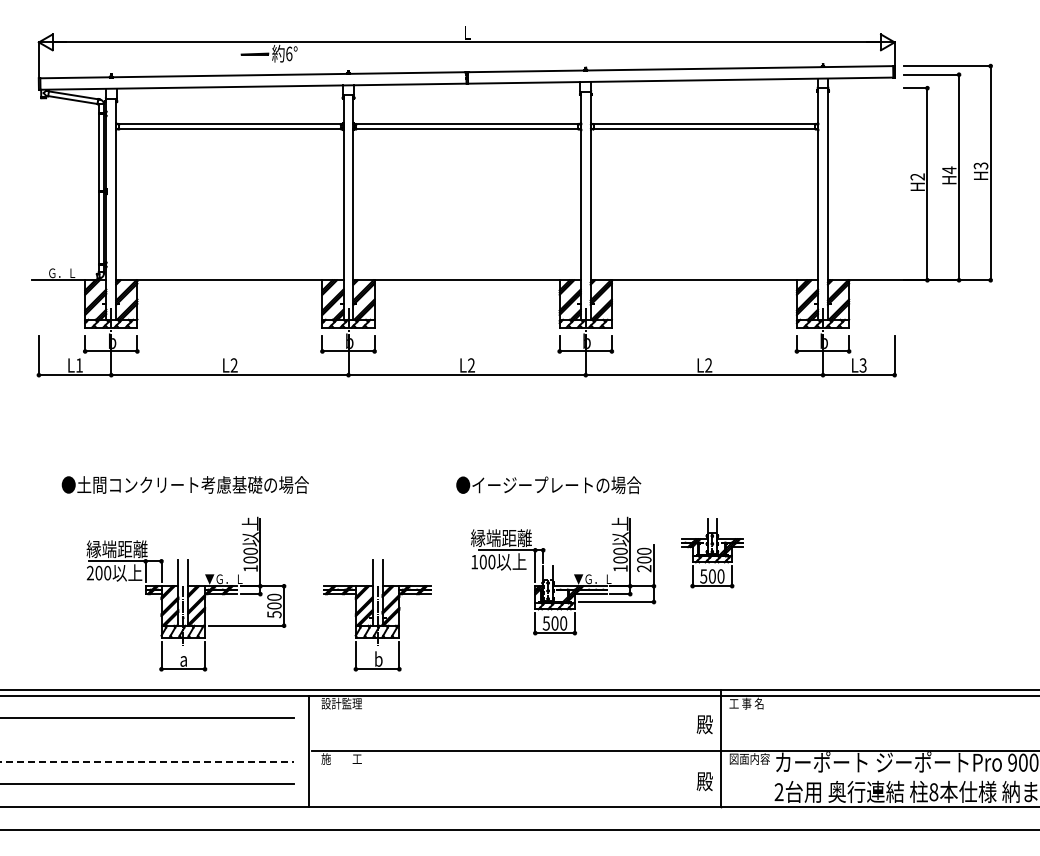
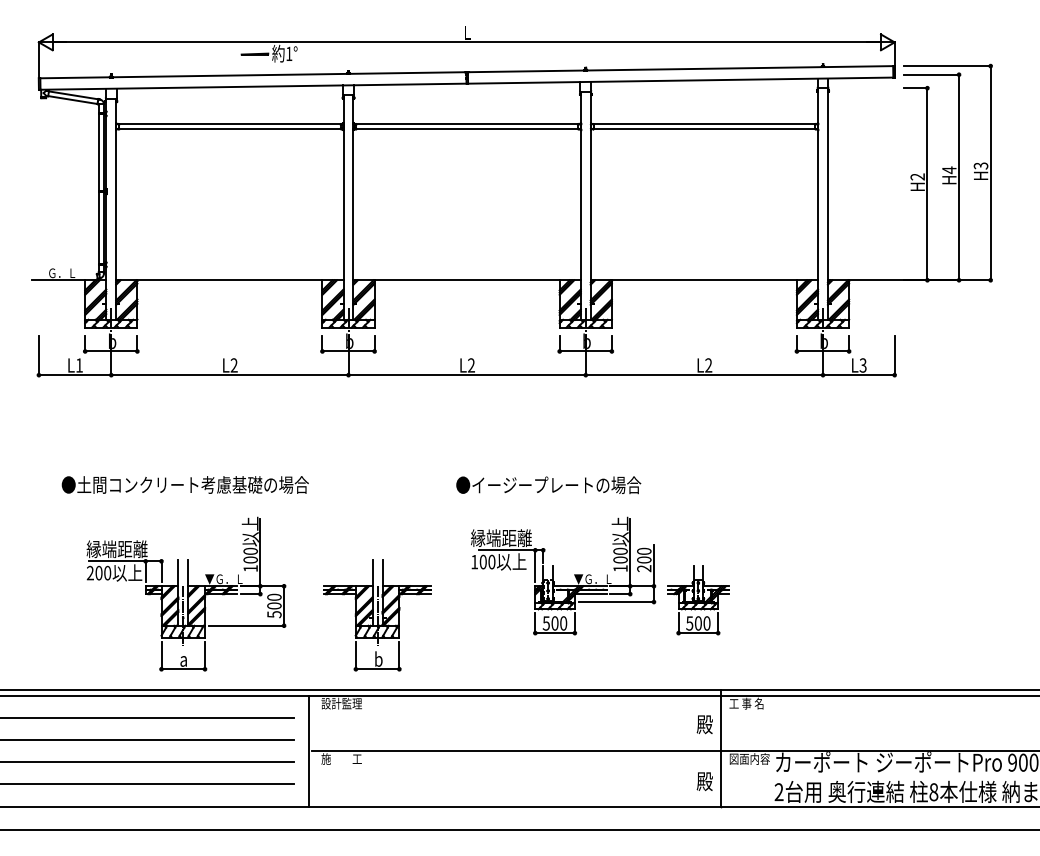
text at (289, 53): 6° -> 1°
part at (712, 553) position: (712, 553) -> (698, 600)
line at (147, 740): none -> present
line at (147, 762): dashed -> solid
